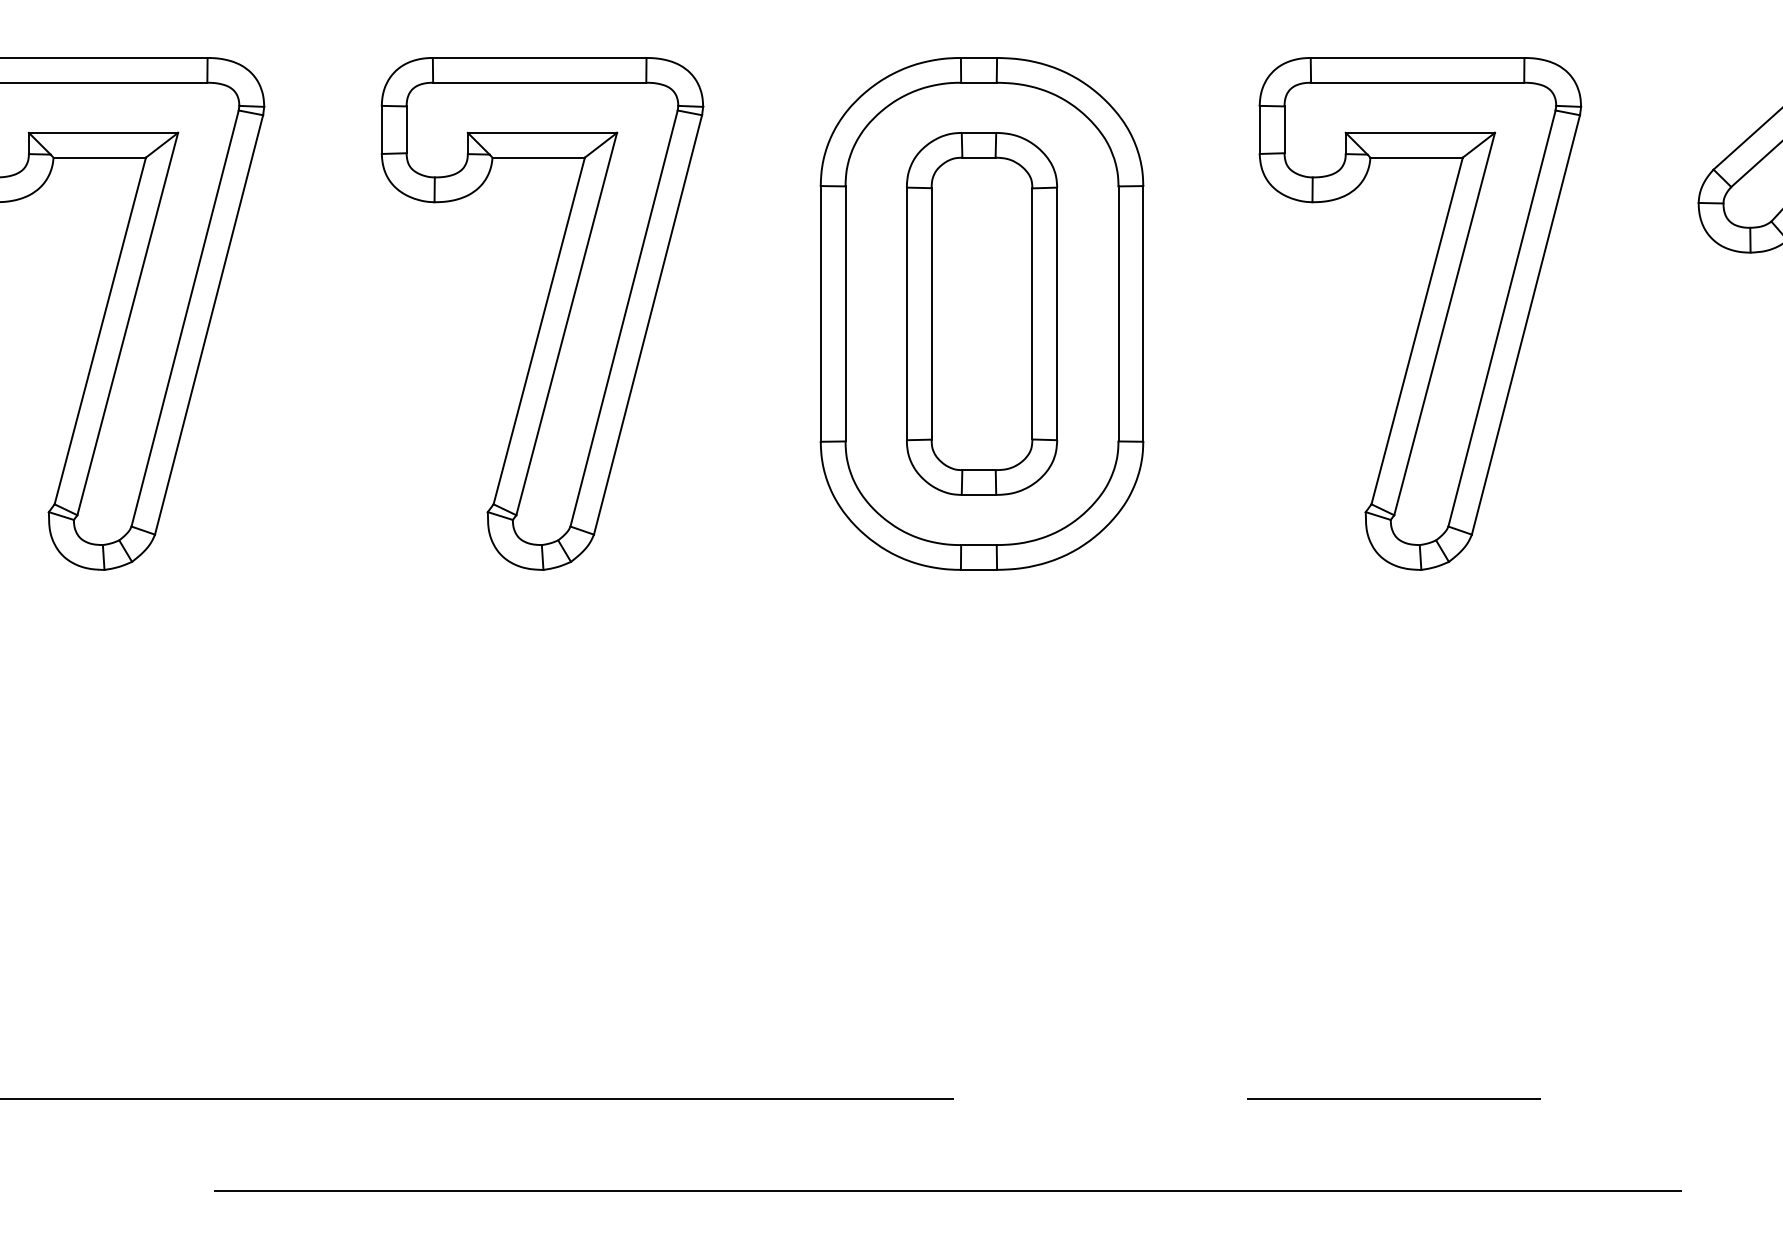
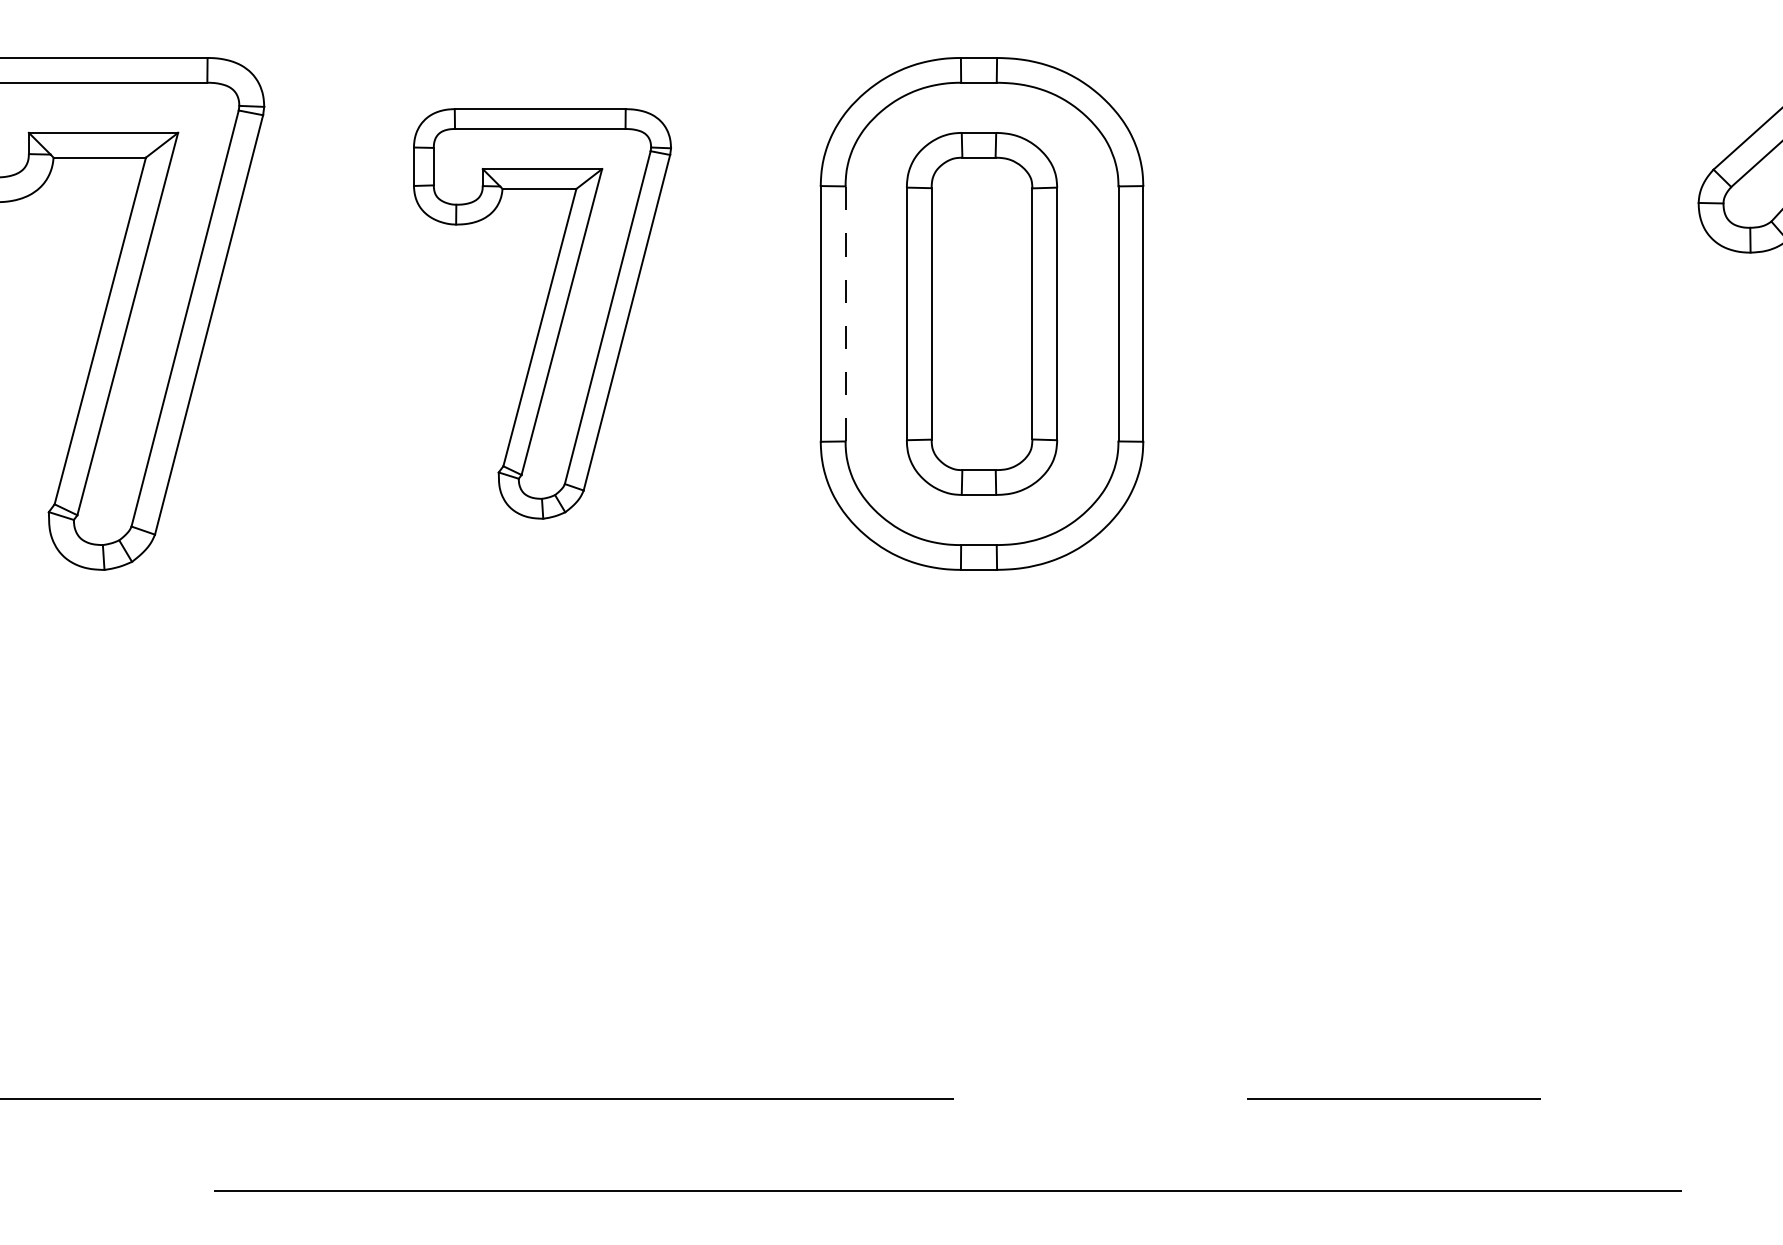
part at (542, 313) size: 325x514 px -> 259x412 px
line at (845, 313): solid -> dashed
part at (1420, 313): present -> none
